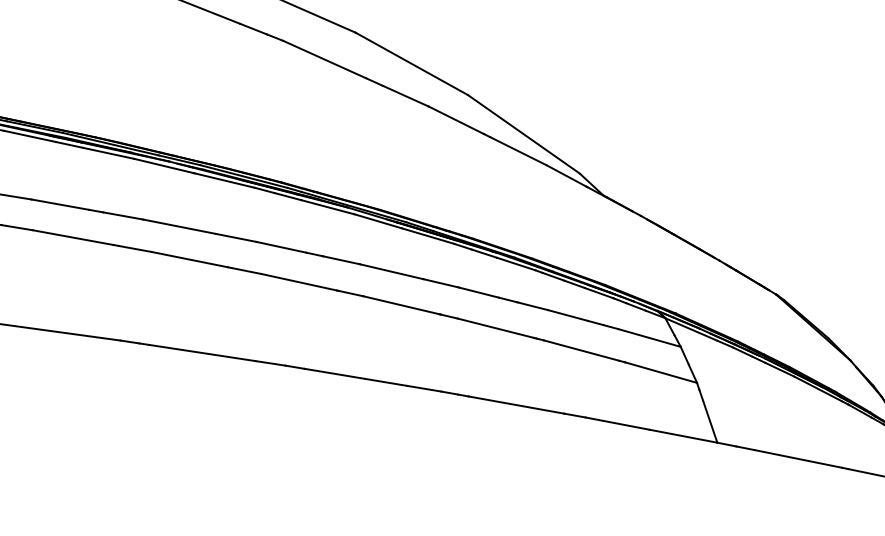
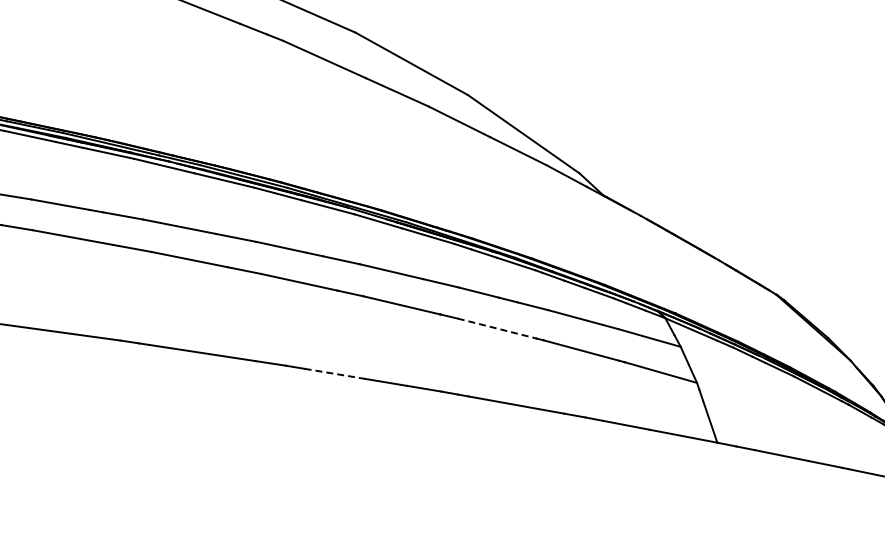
line at (496, 328): solid -> dashed
line at (334, 373): solid -> dashed
